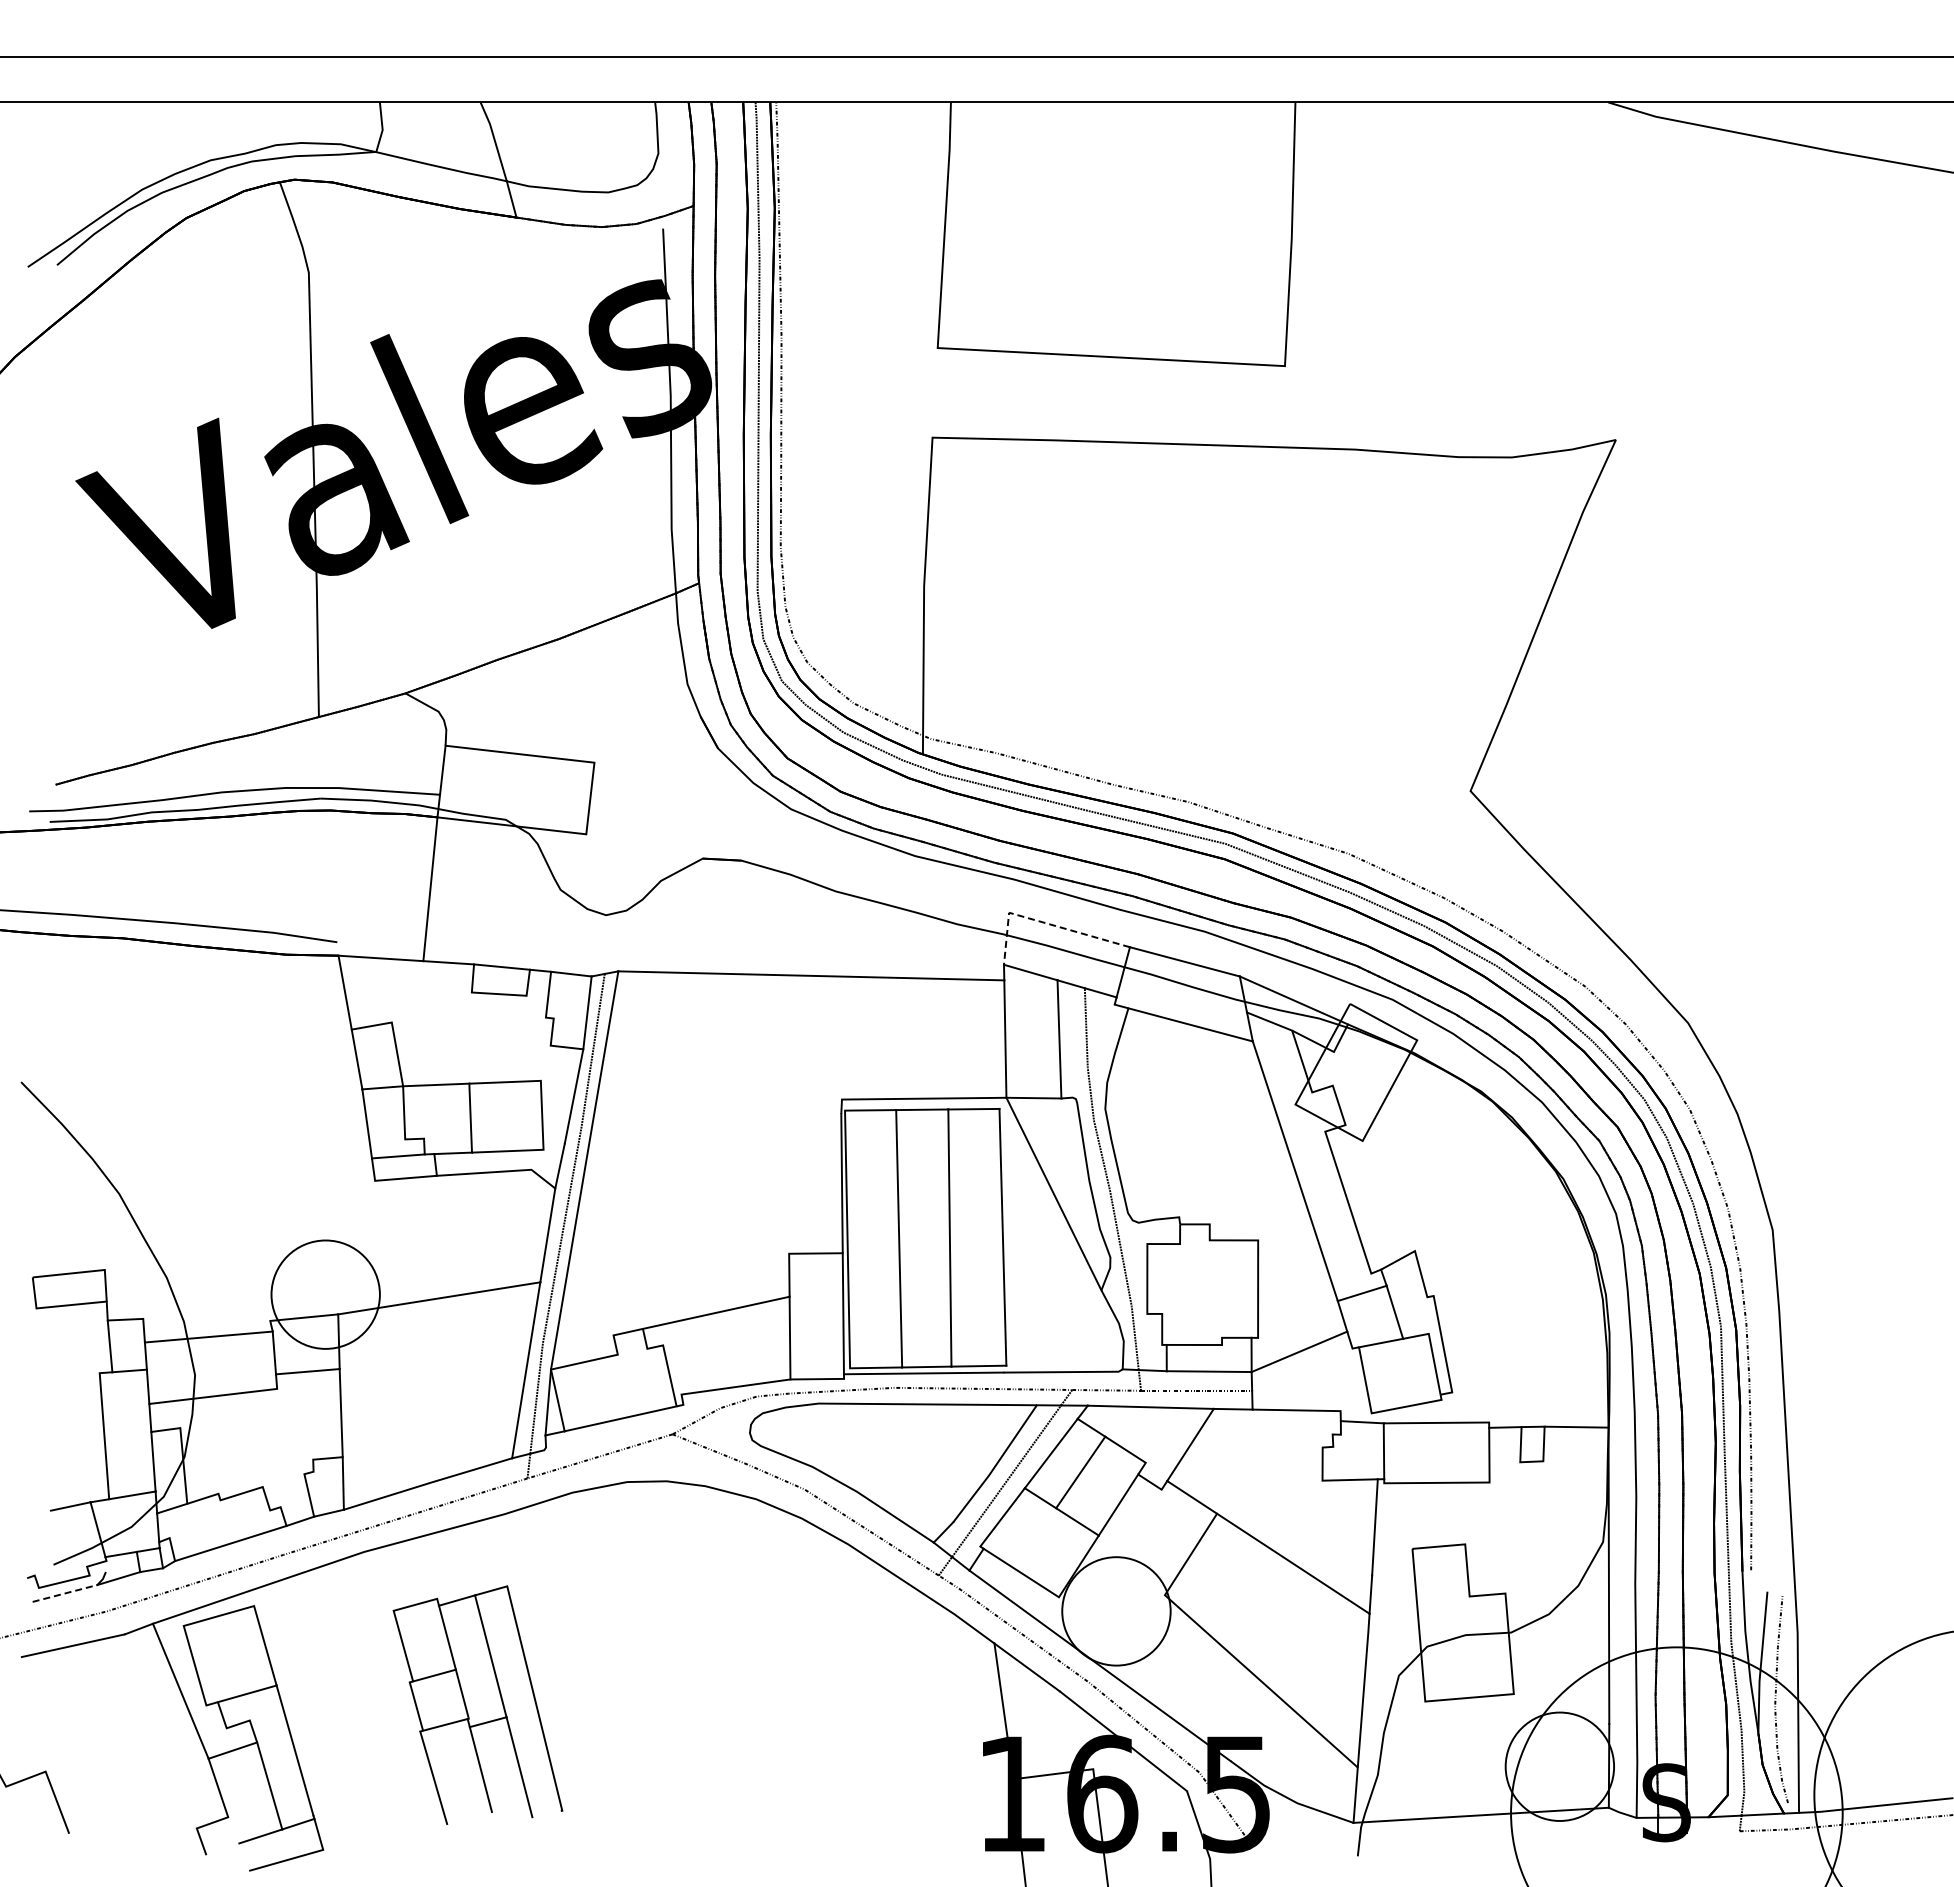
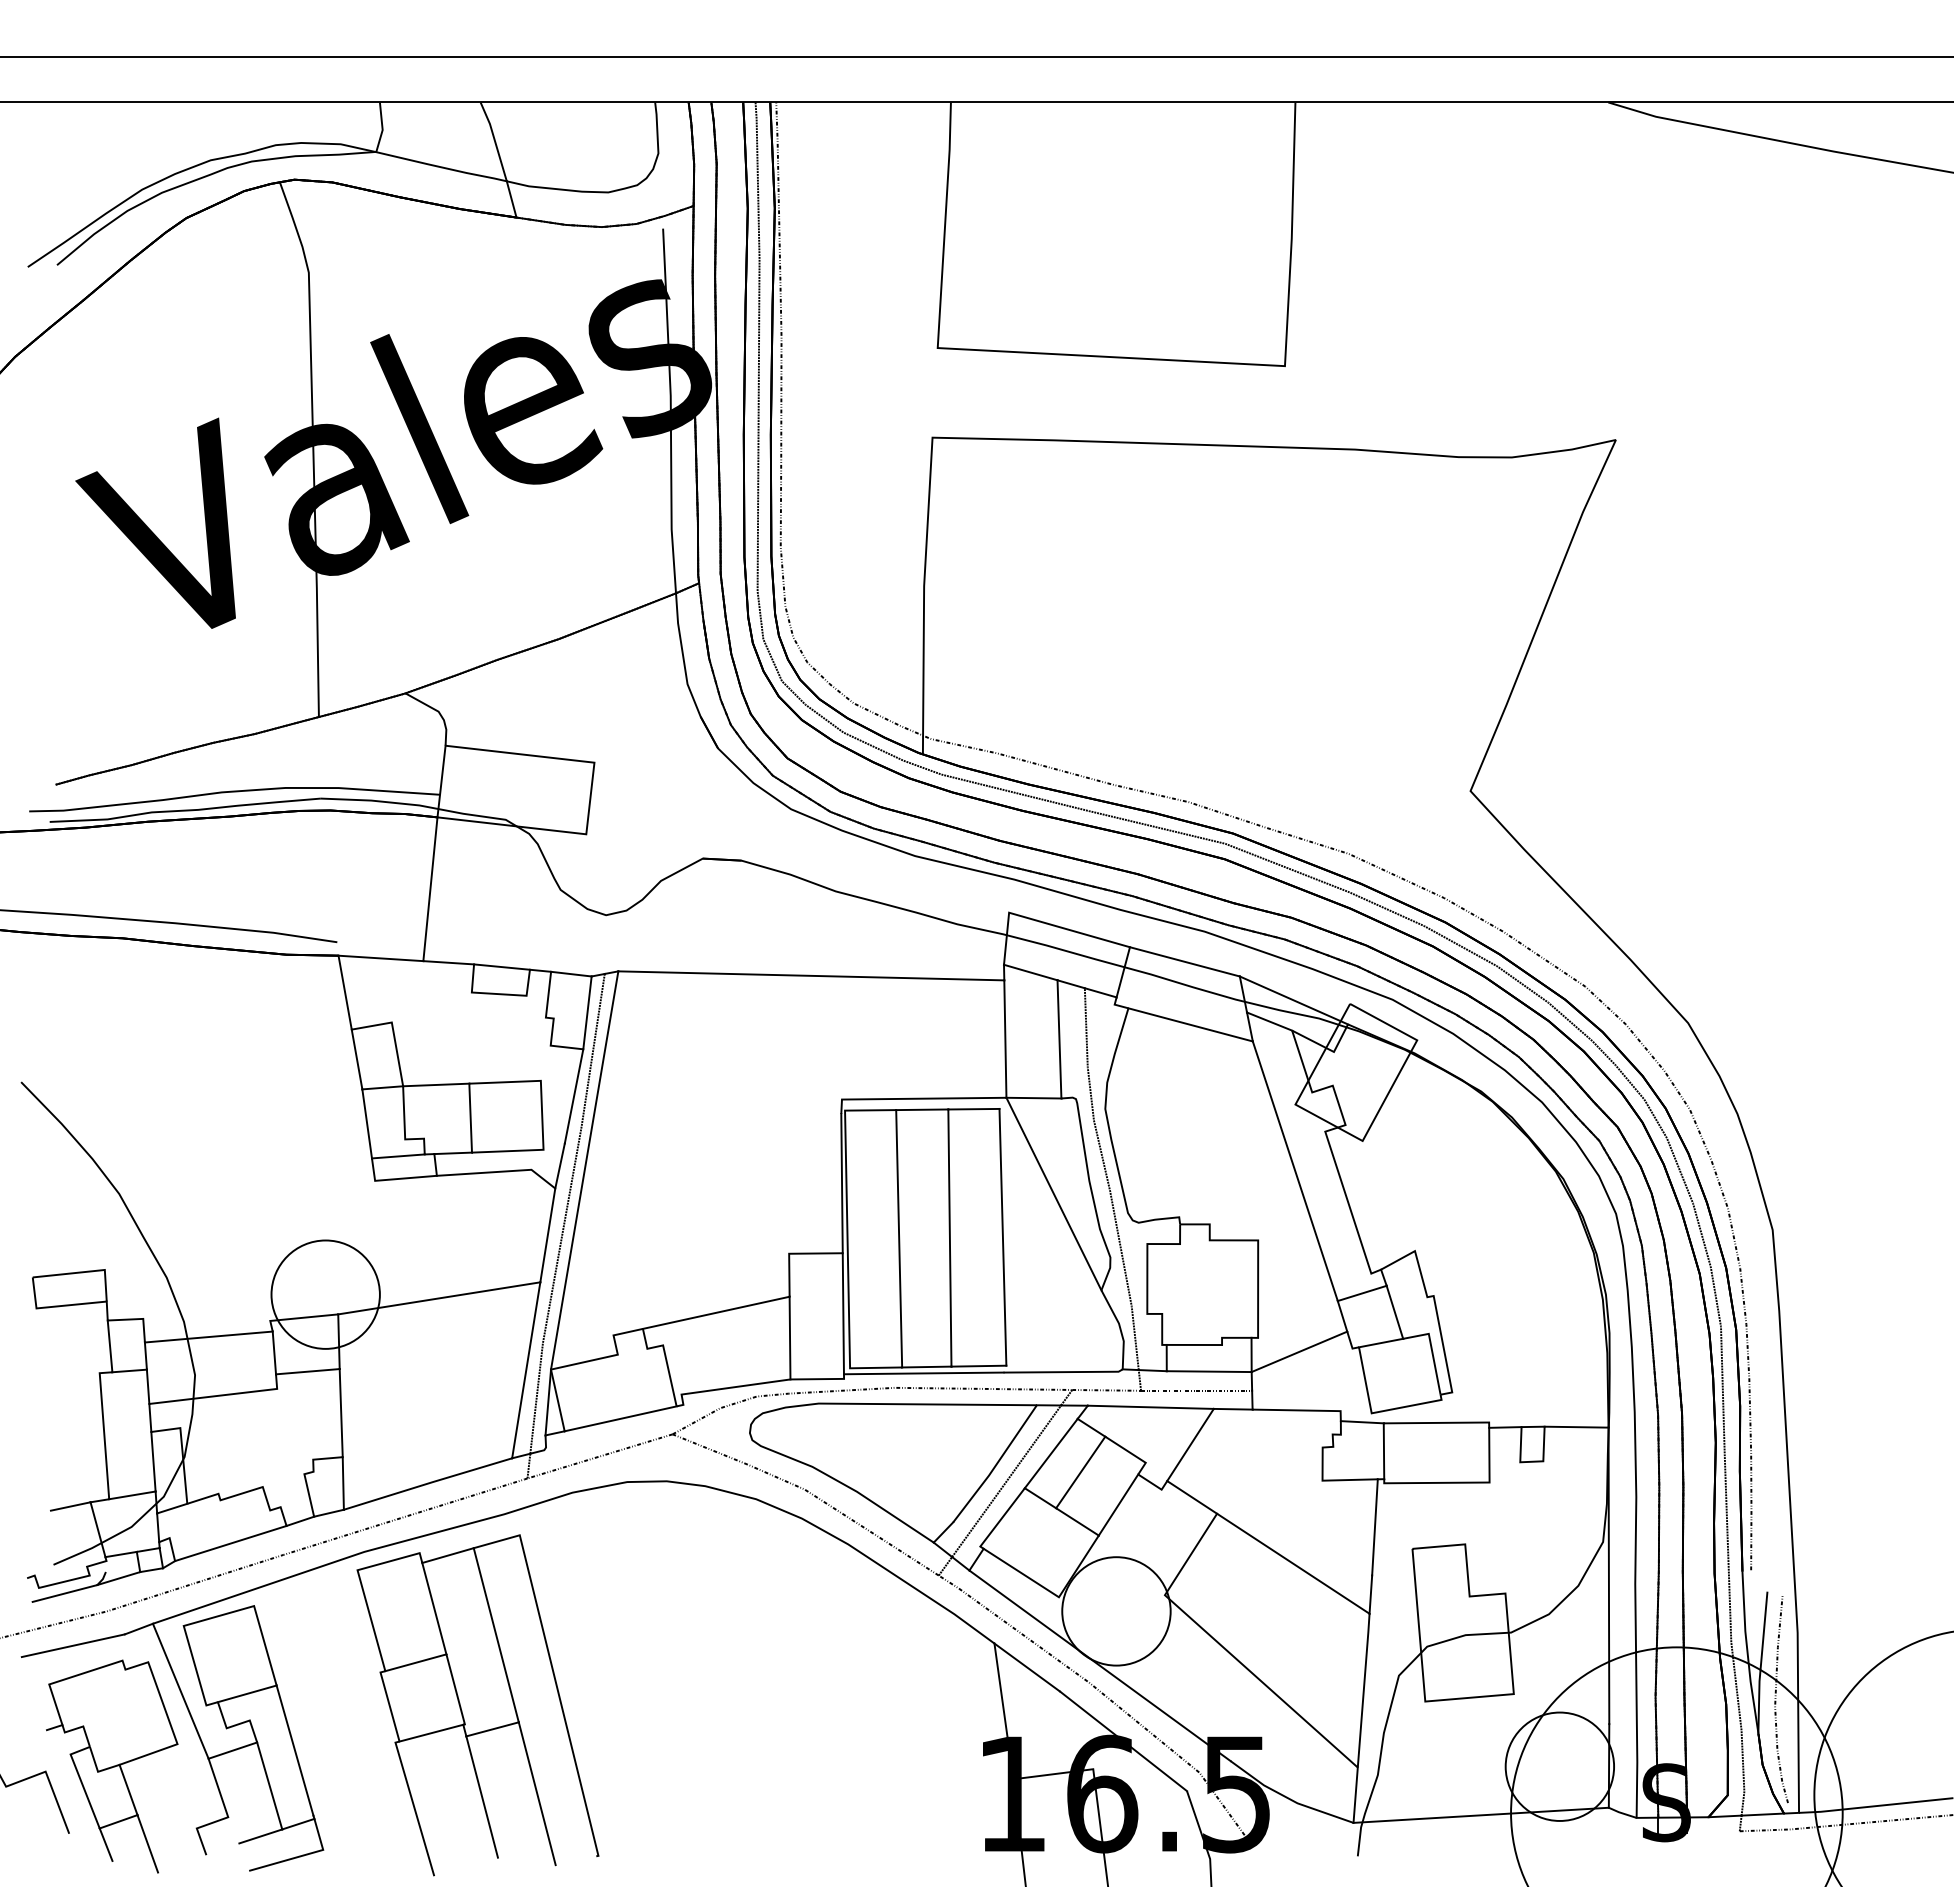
line at (1043, 922): dashed -> solid
line at (65, 1593): dashed -> solid
part at (477, 1704) size: 172x240 px -> 244x343 px
part at (112, 1766): none -> present
